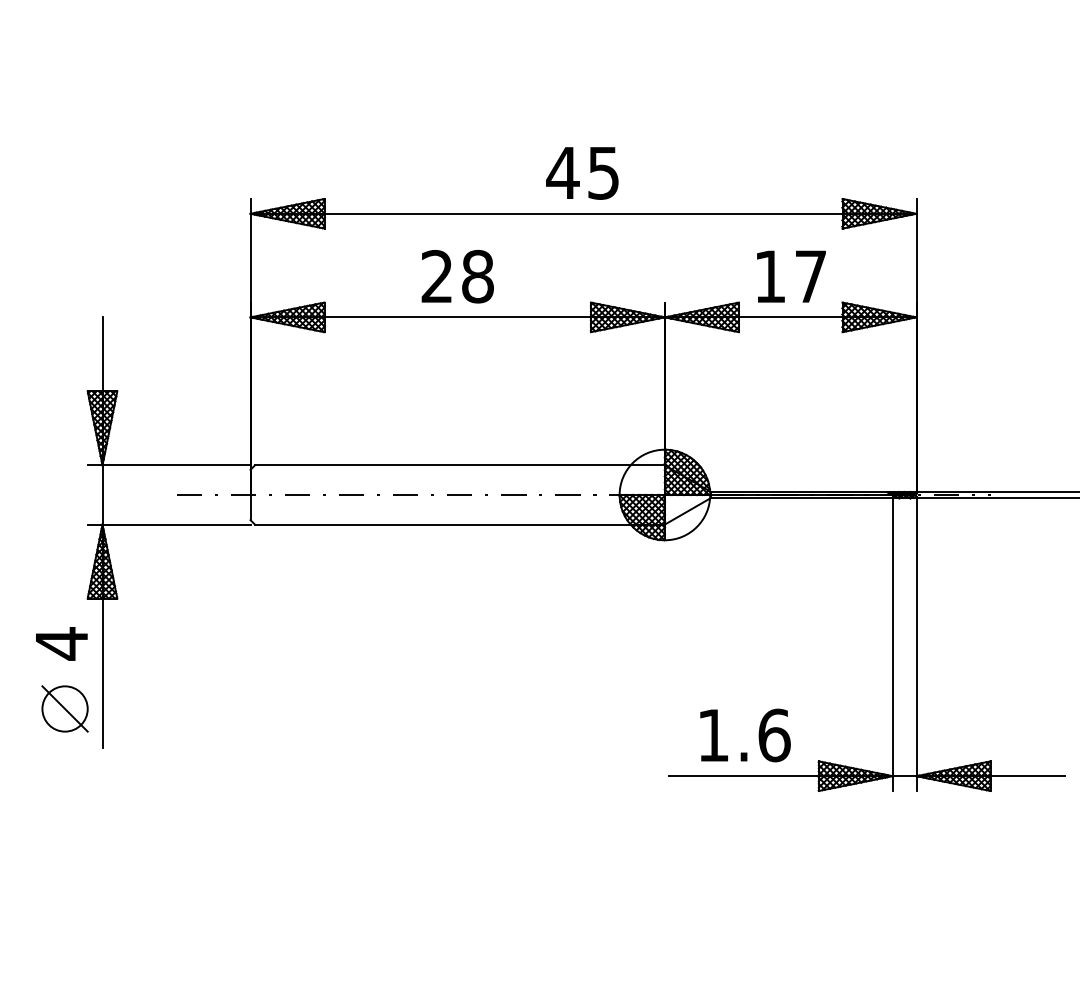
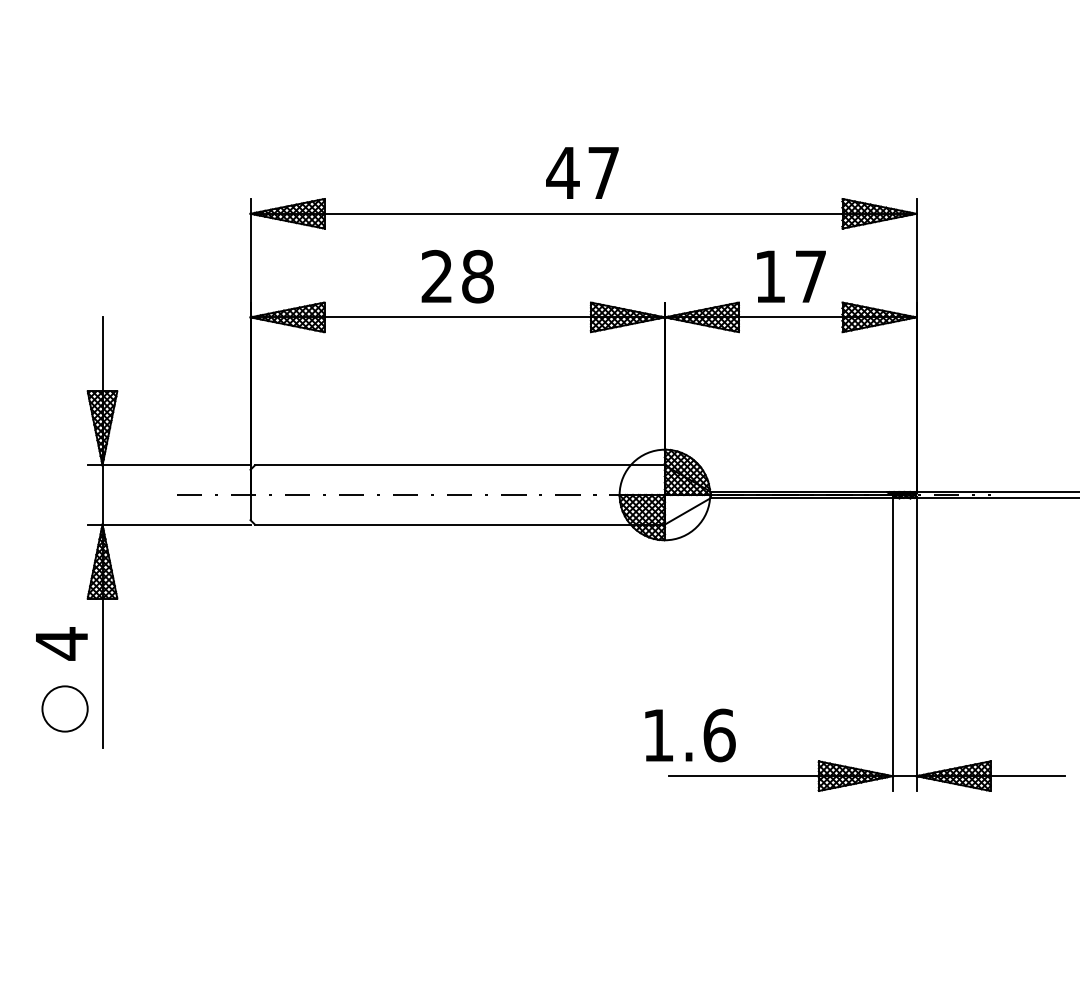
text at (603, 173): 45 -> 47
line at (64, 708): present -> none
text at (745, 735) position: (745, 735) -> (690, 735)
